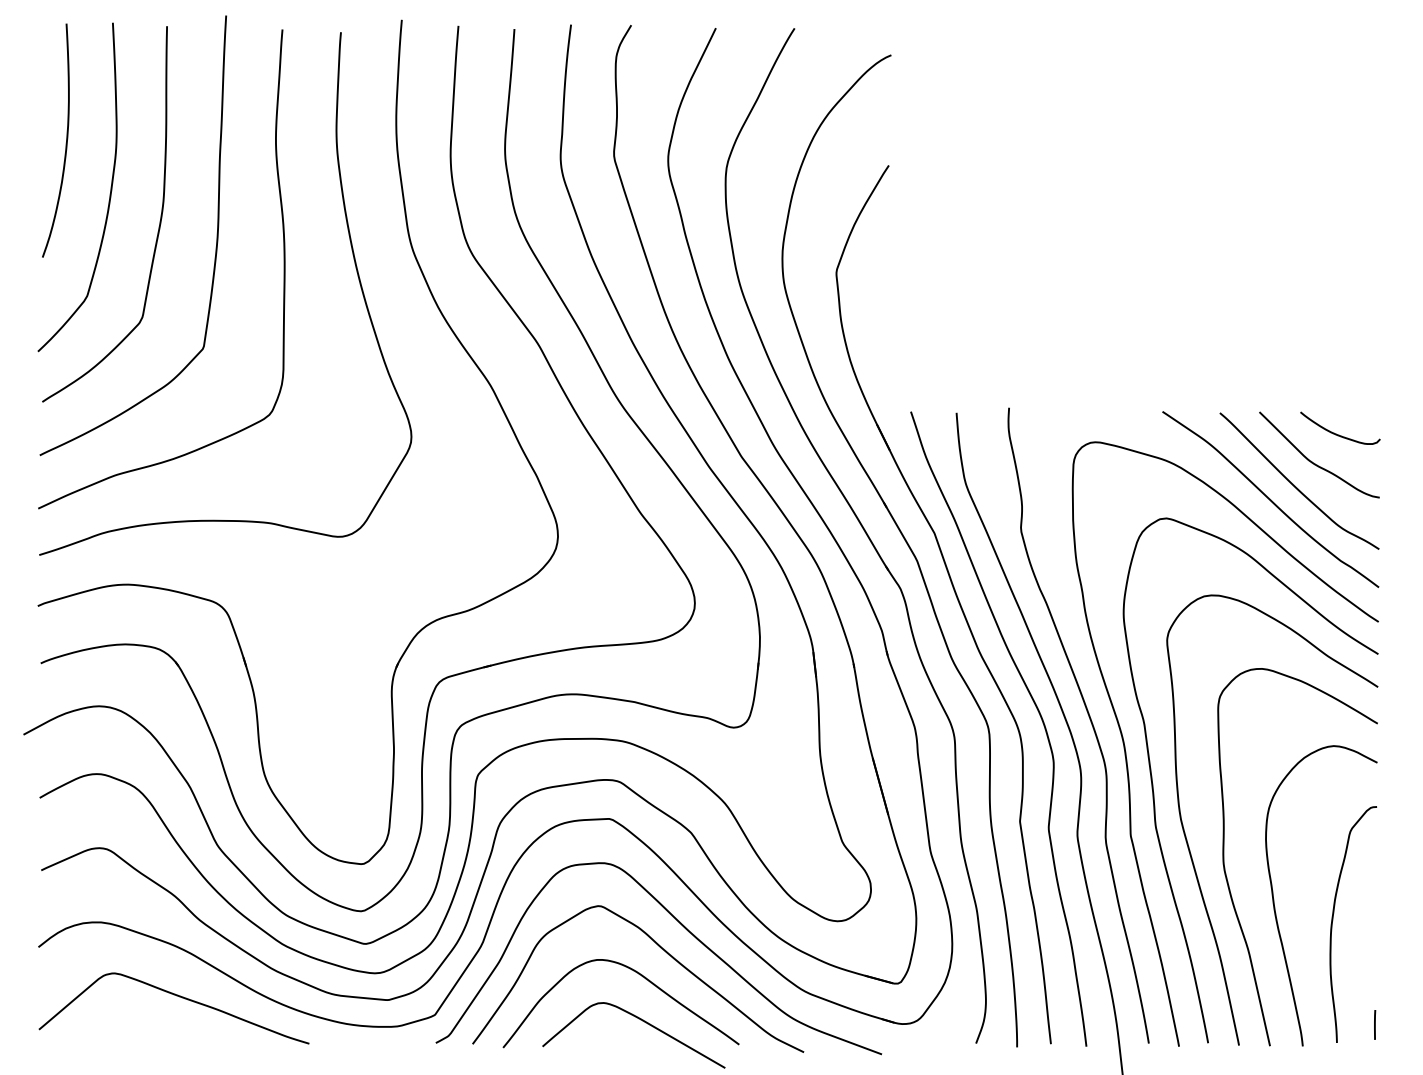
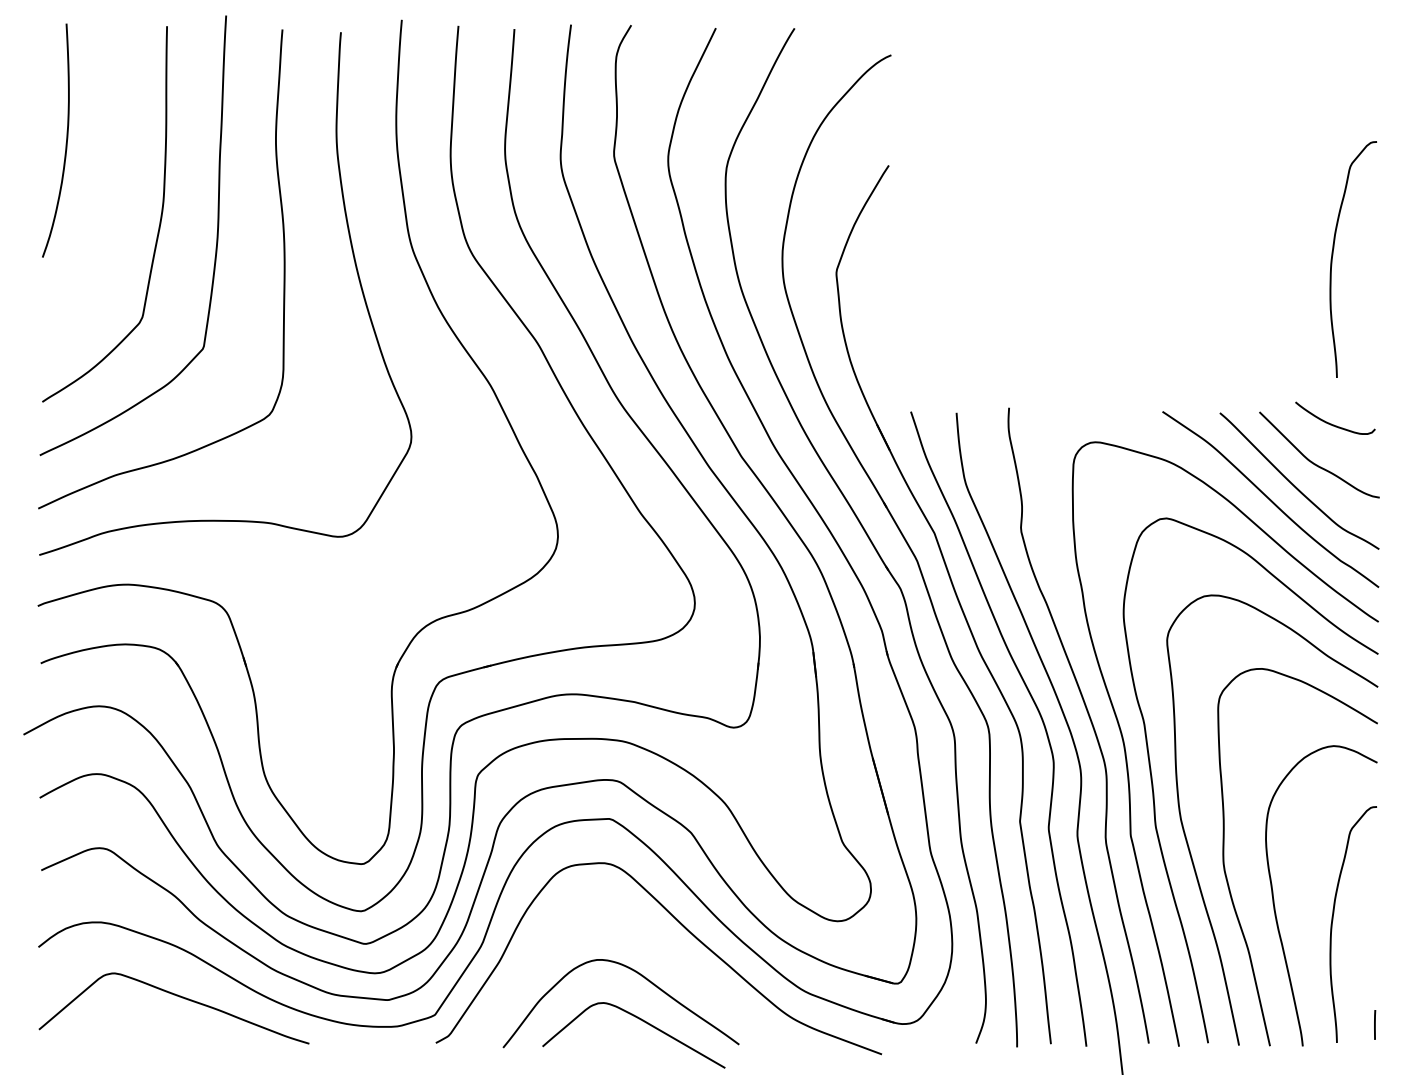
curve at (109, 194): present -> none
curve at (1333, 255): none -> present
curve at (1339, 434) position: (1339, 434) -> (1334, 424)
curve at (660, 948): present -> none
